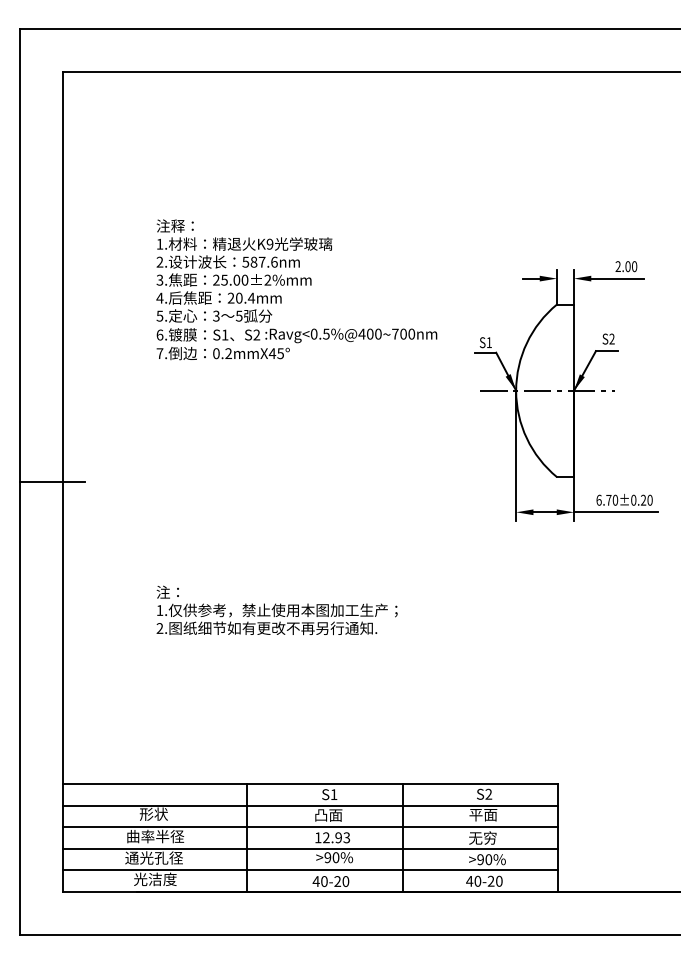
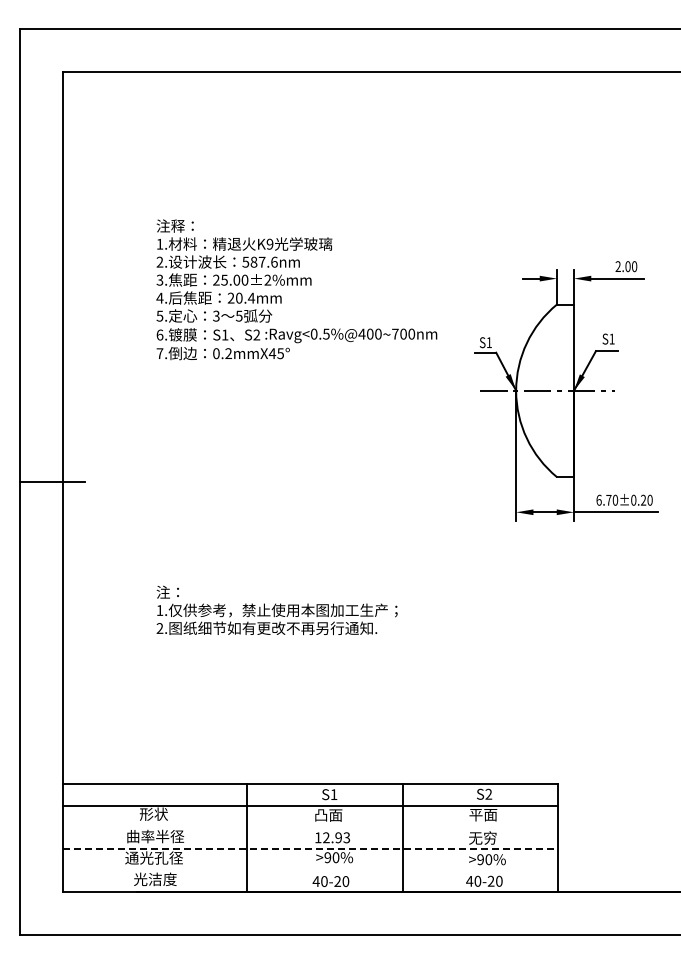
text at (611, 338): S2 -> S1
line at (310, 827): present -> none
line at (311, 848): solid -> dashed
line at (310, 870): present -> none
